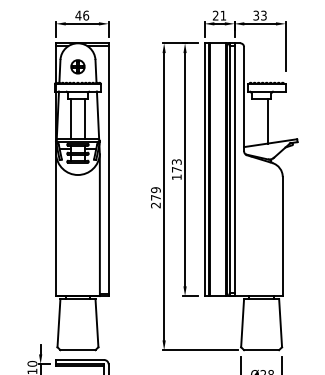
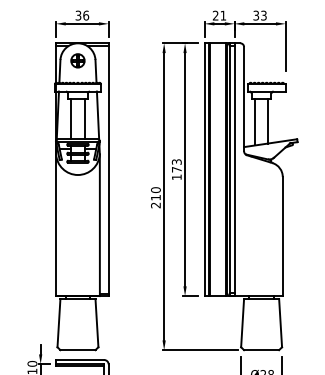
text at (78, 15): 46 -> 36
part at (77, 66) position: (77, 66) -> (77, 60)
line at (255, 121): none -> present
text at (155, 193): 279 -> 210
